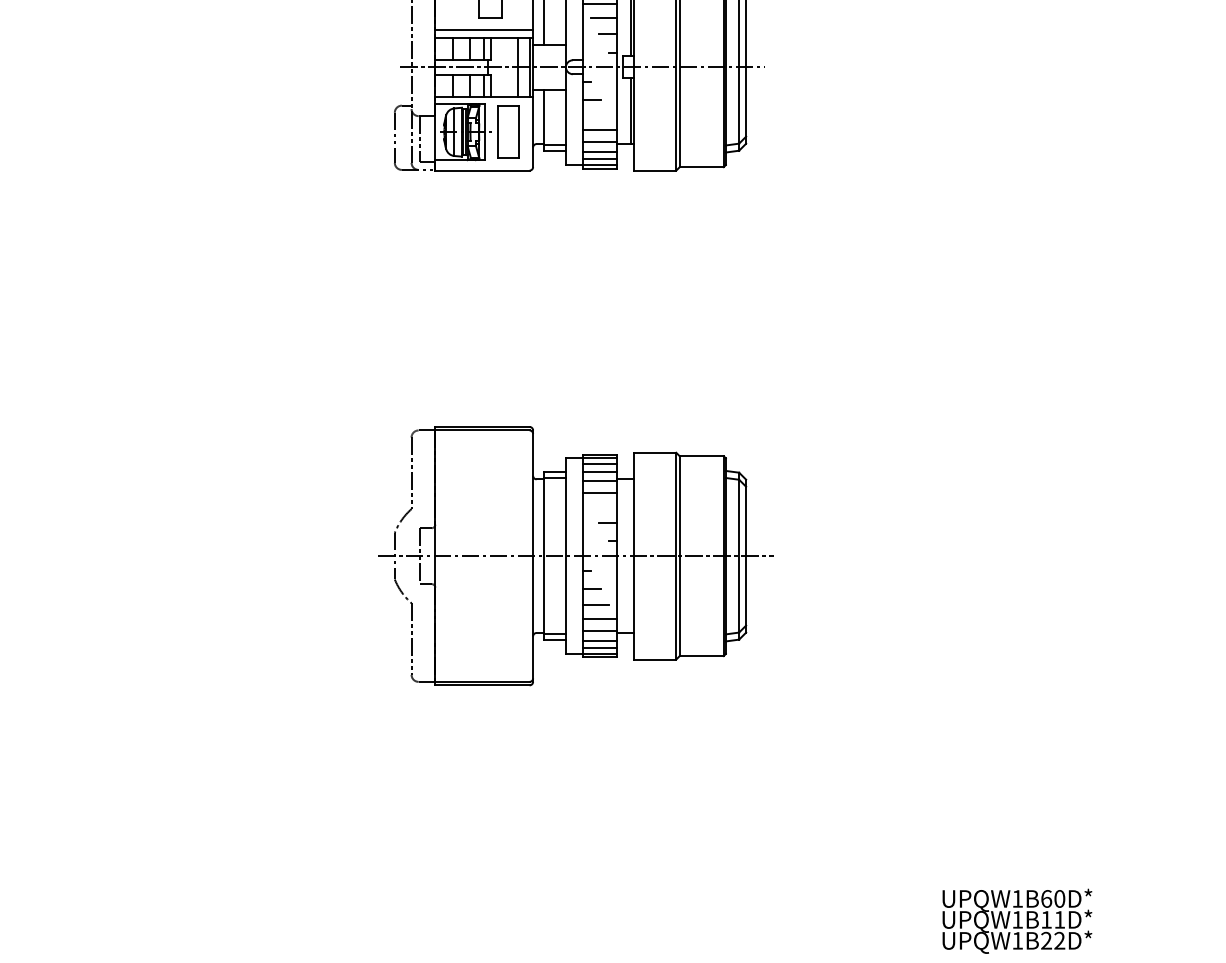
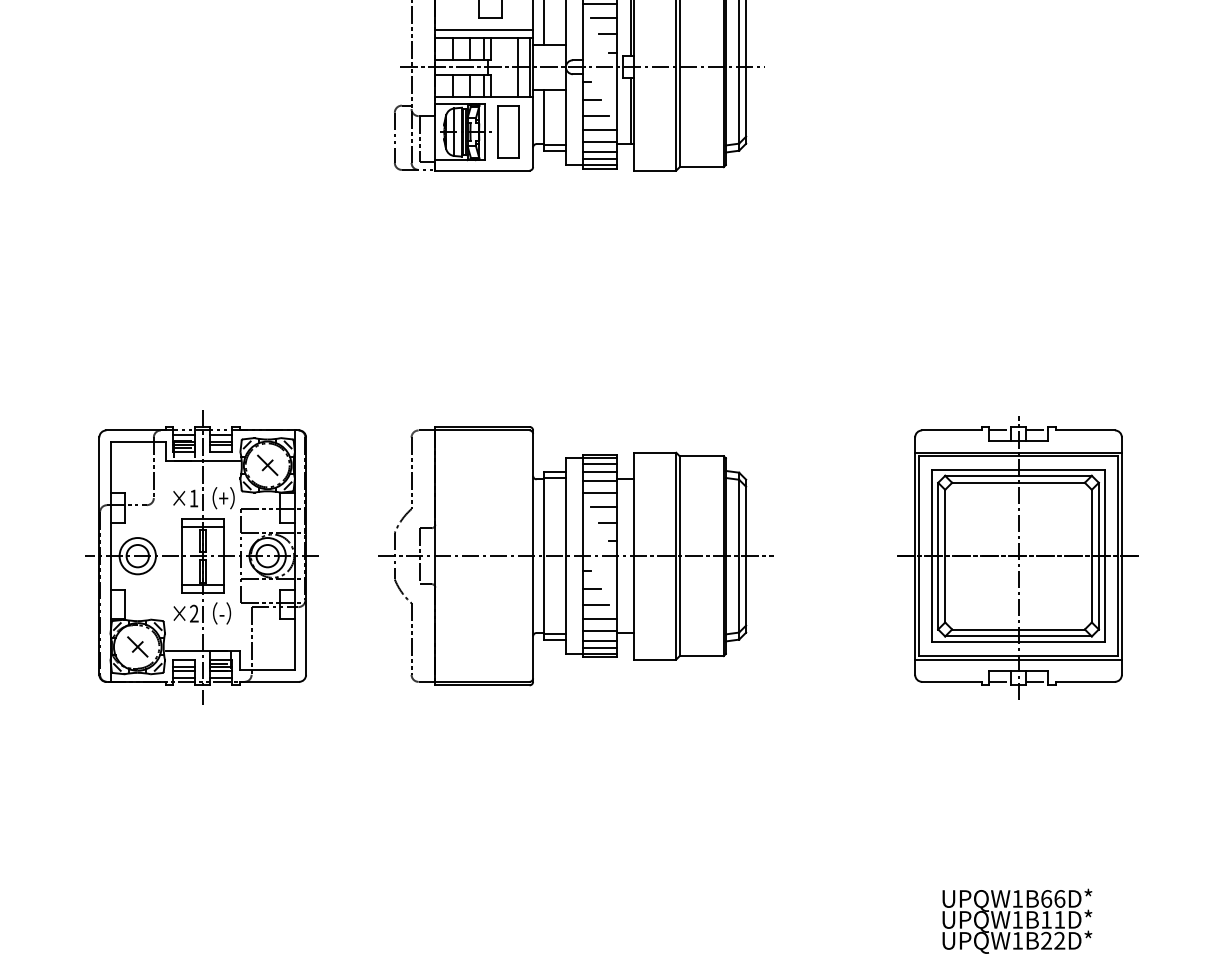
line at (596, 116): none -> present
line at (603, 507): none -> present
part at (201, 557): none -> present
part at (1017, 557): none -> present
text at (1059, 898): UPQW1B60D* -> UPQW1B66D*
